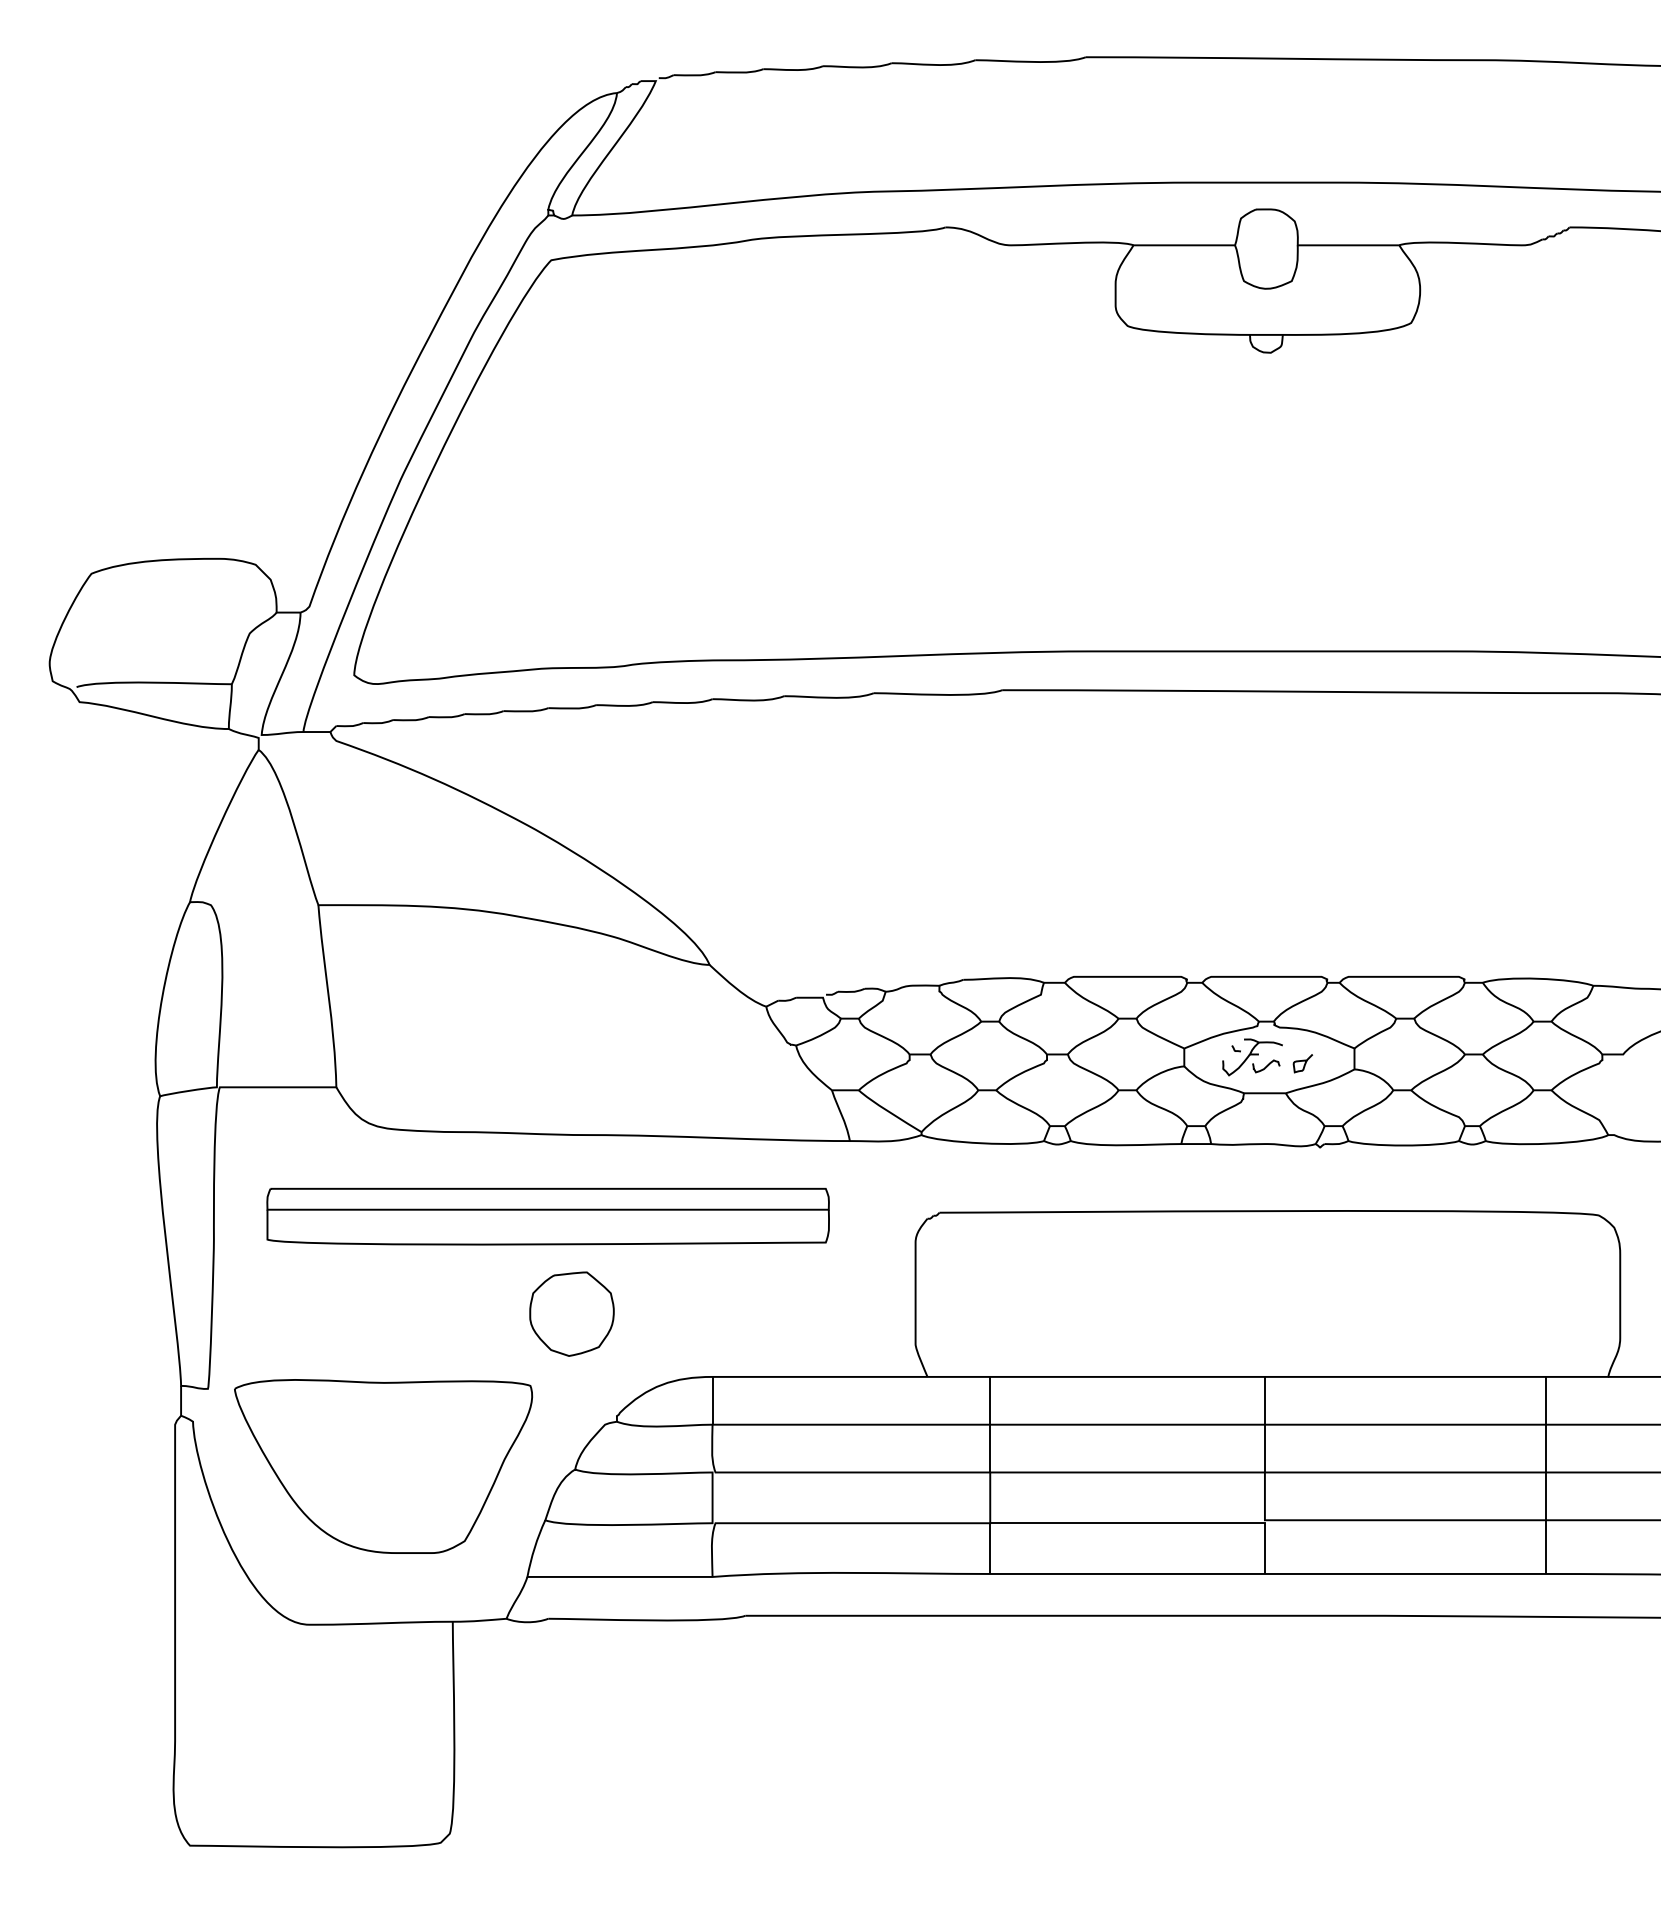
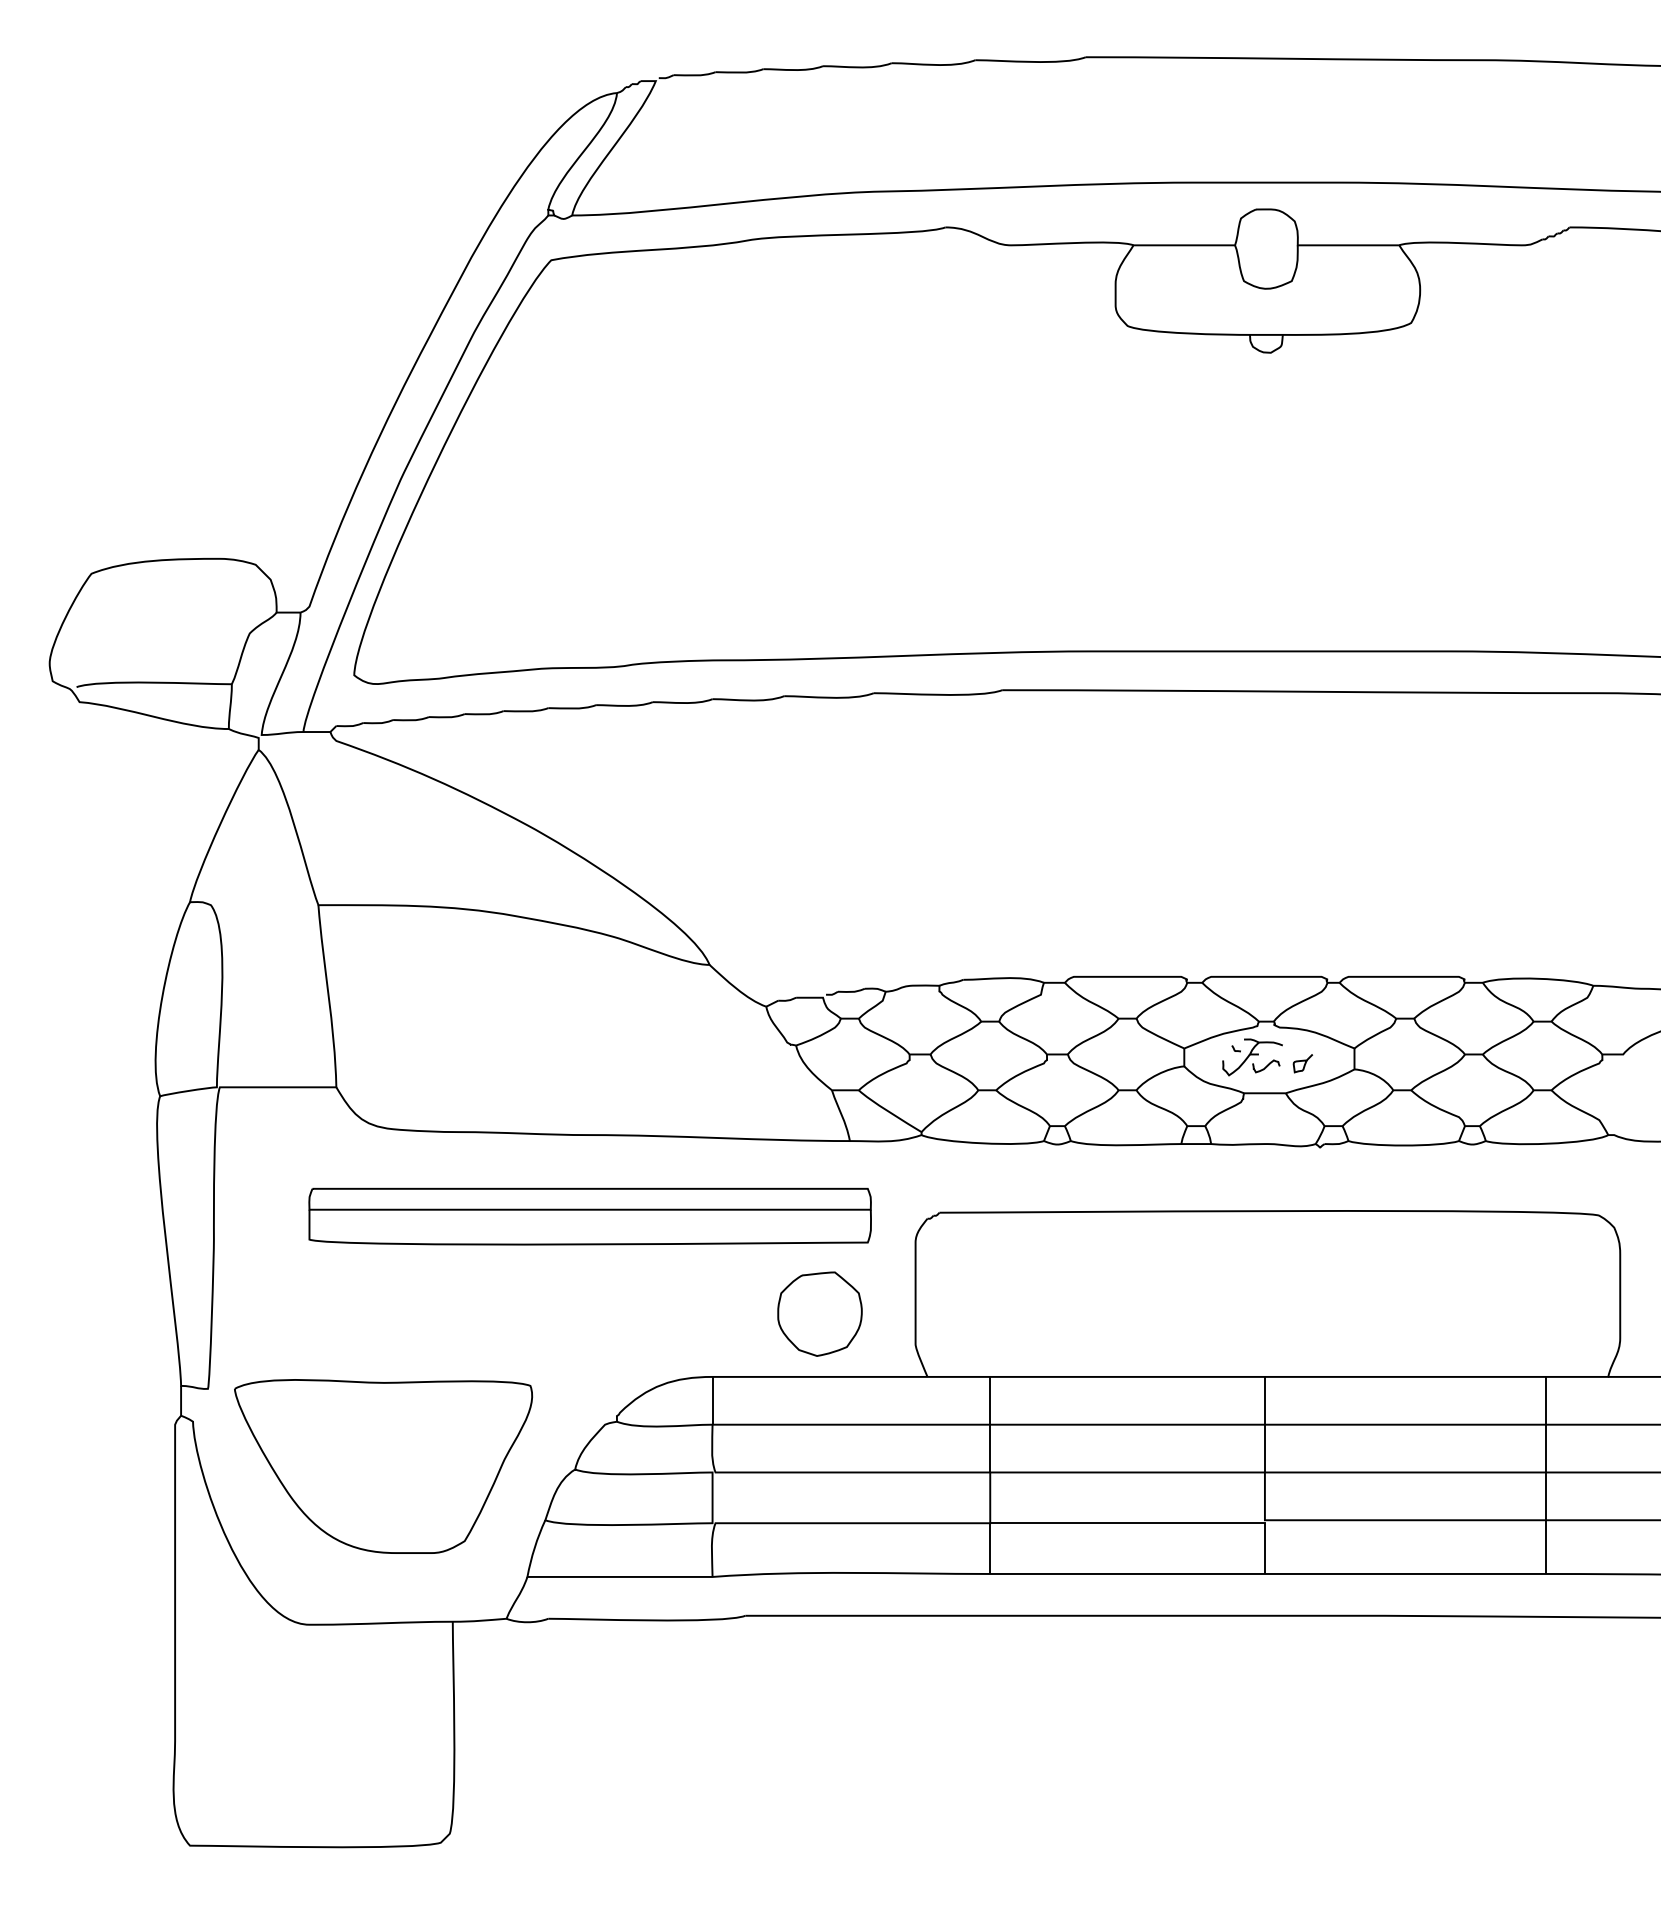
part at (547, 1216) position: (547, 1216) -> (589, 1216)
part at (571, 1313) position: (571, 1313) -> (819, 1313)
